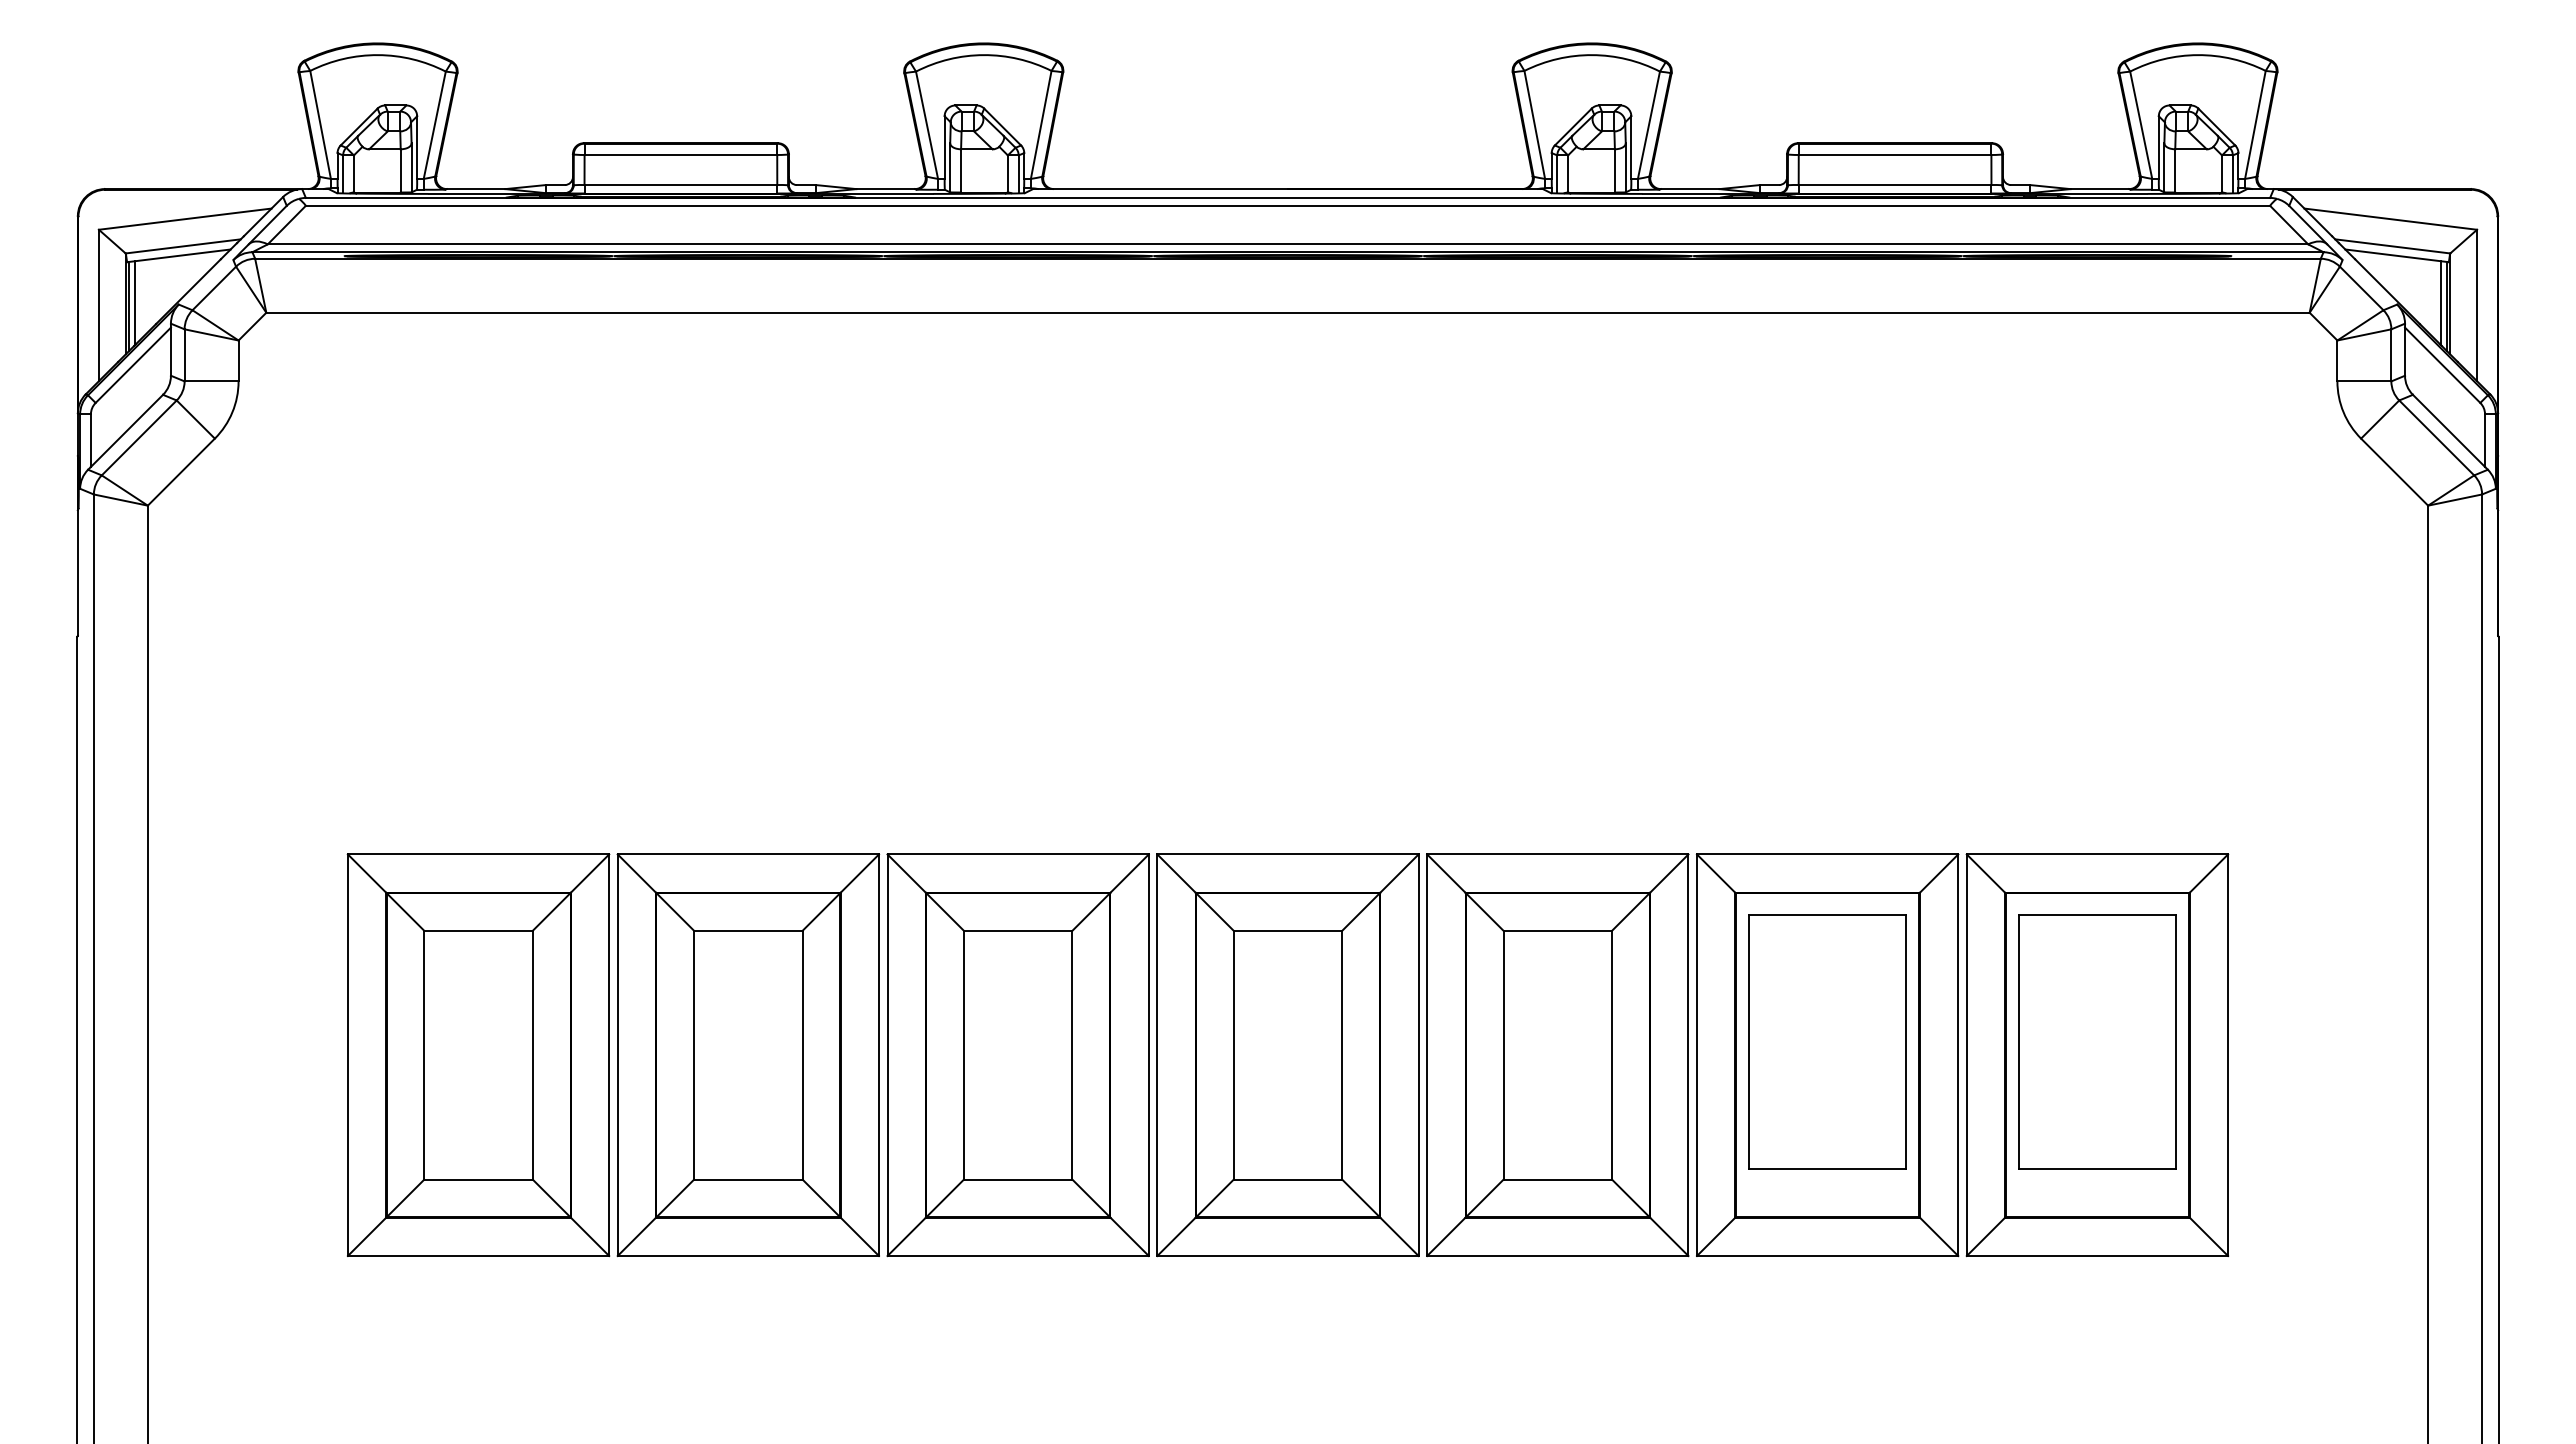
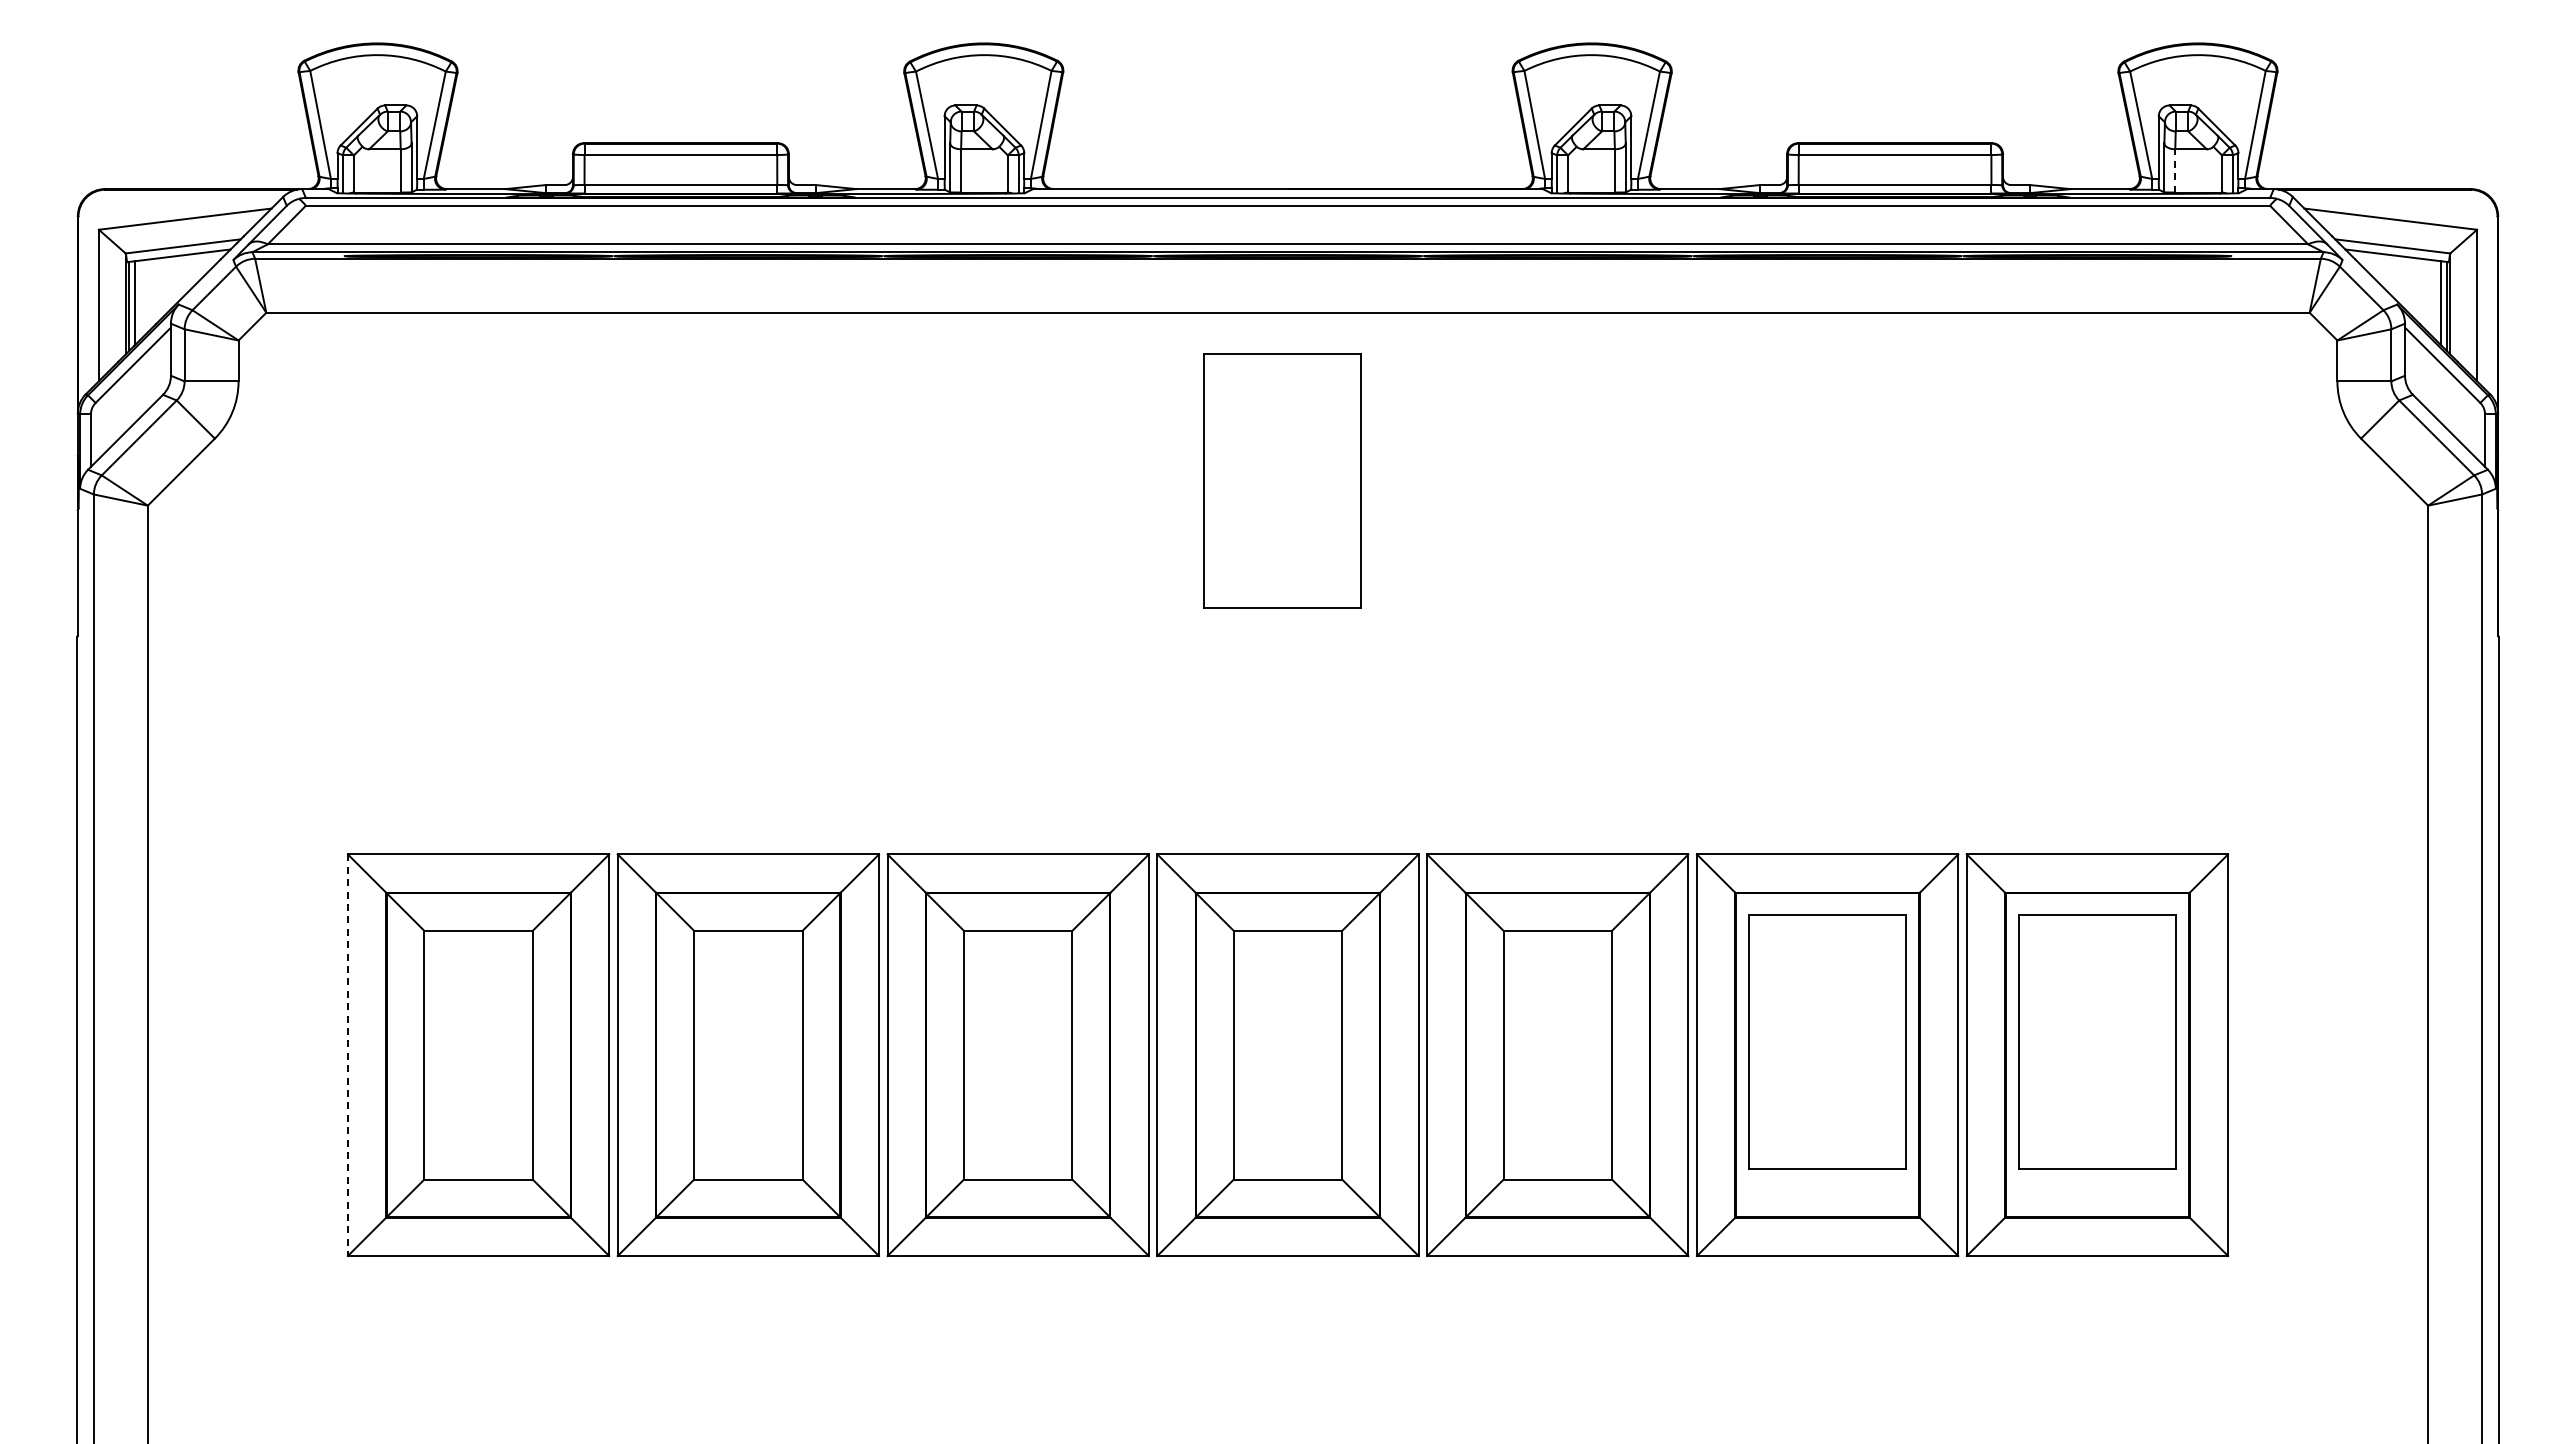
line at (2175, 170): solid -> dashed
part at (1282, 480): none -> present
line at (347, 1055): solid -> dashed
